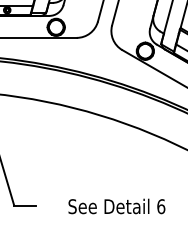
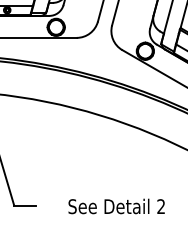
text at (161, 206): 6 -> 2
